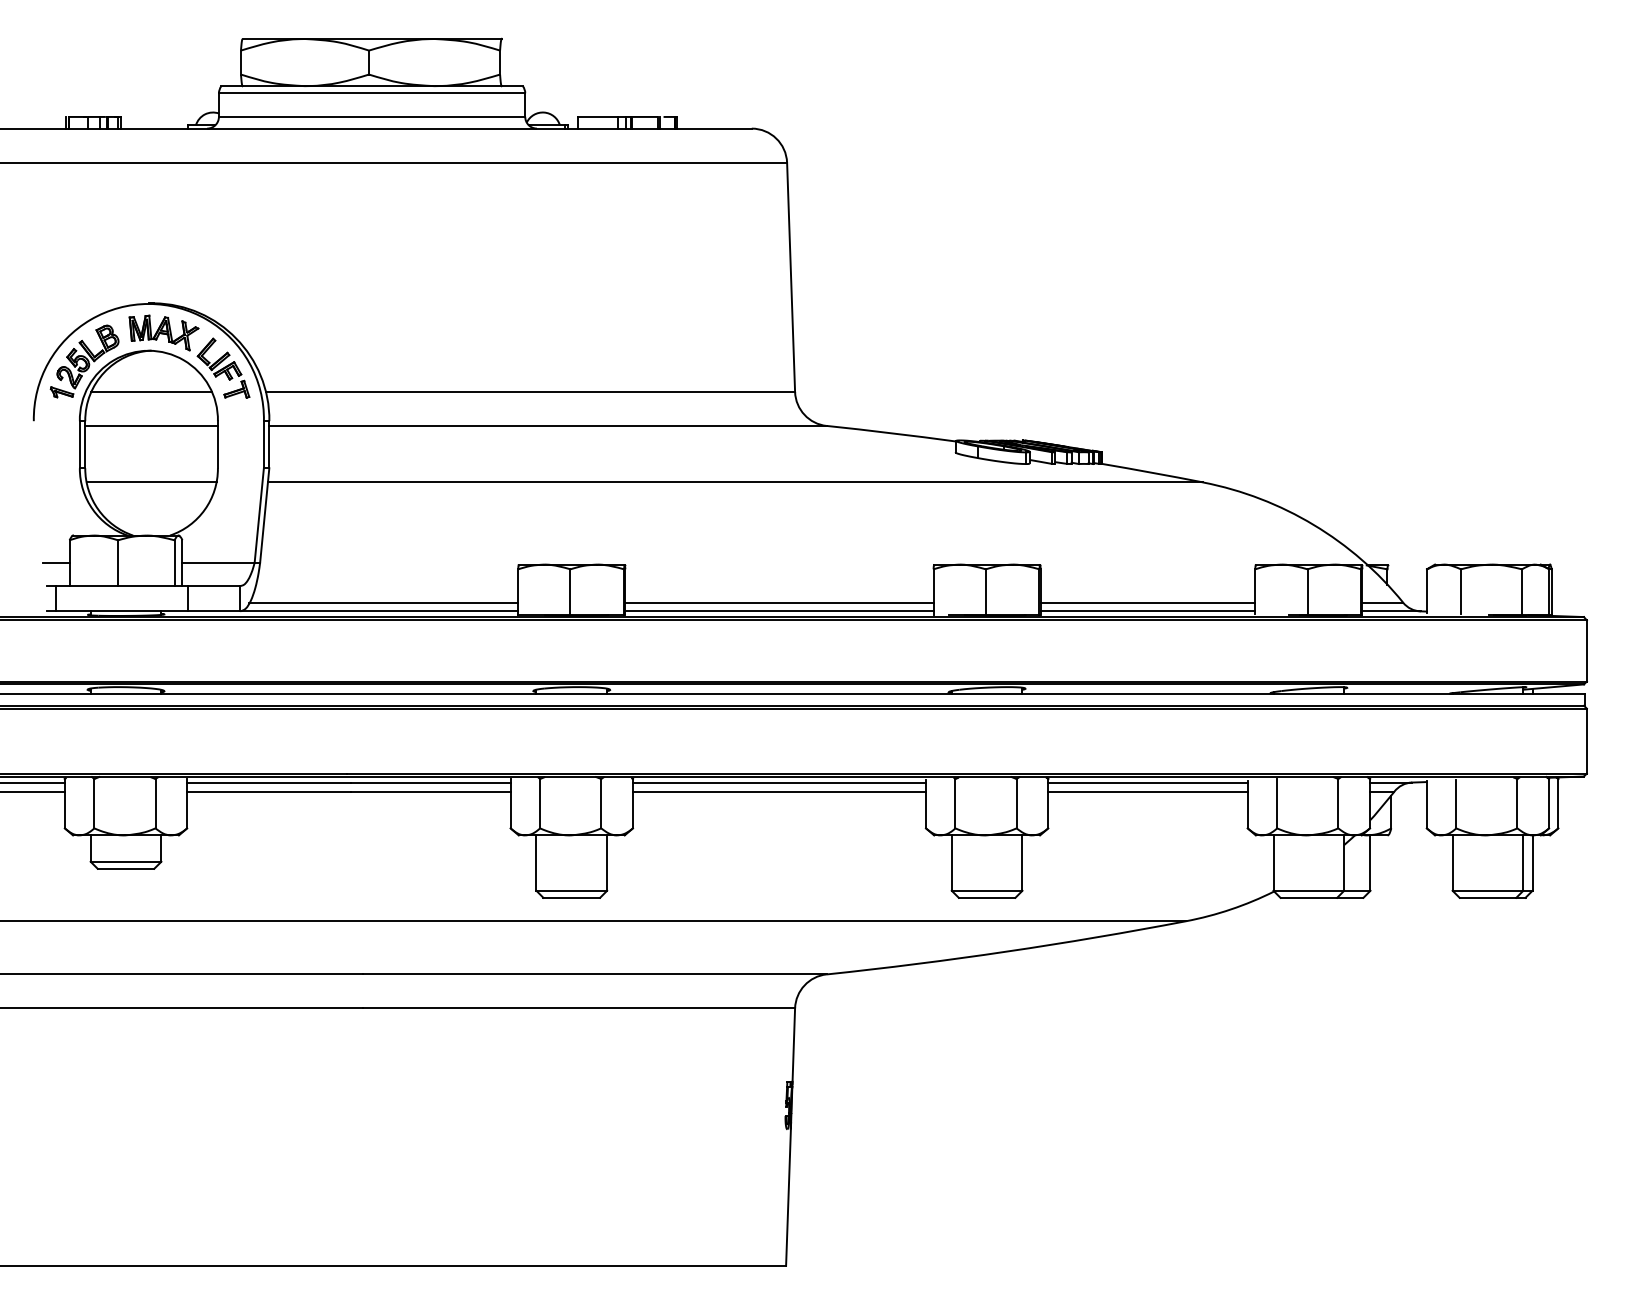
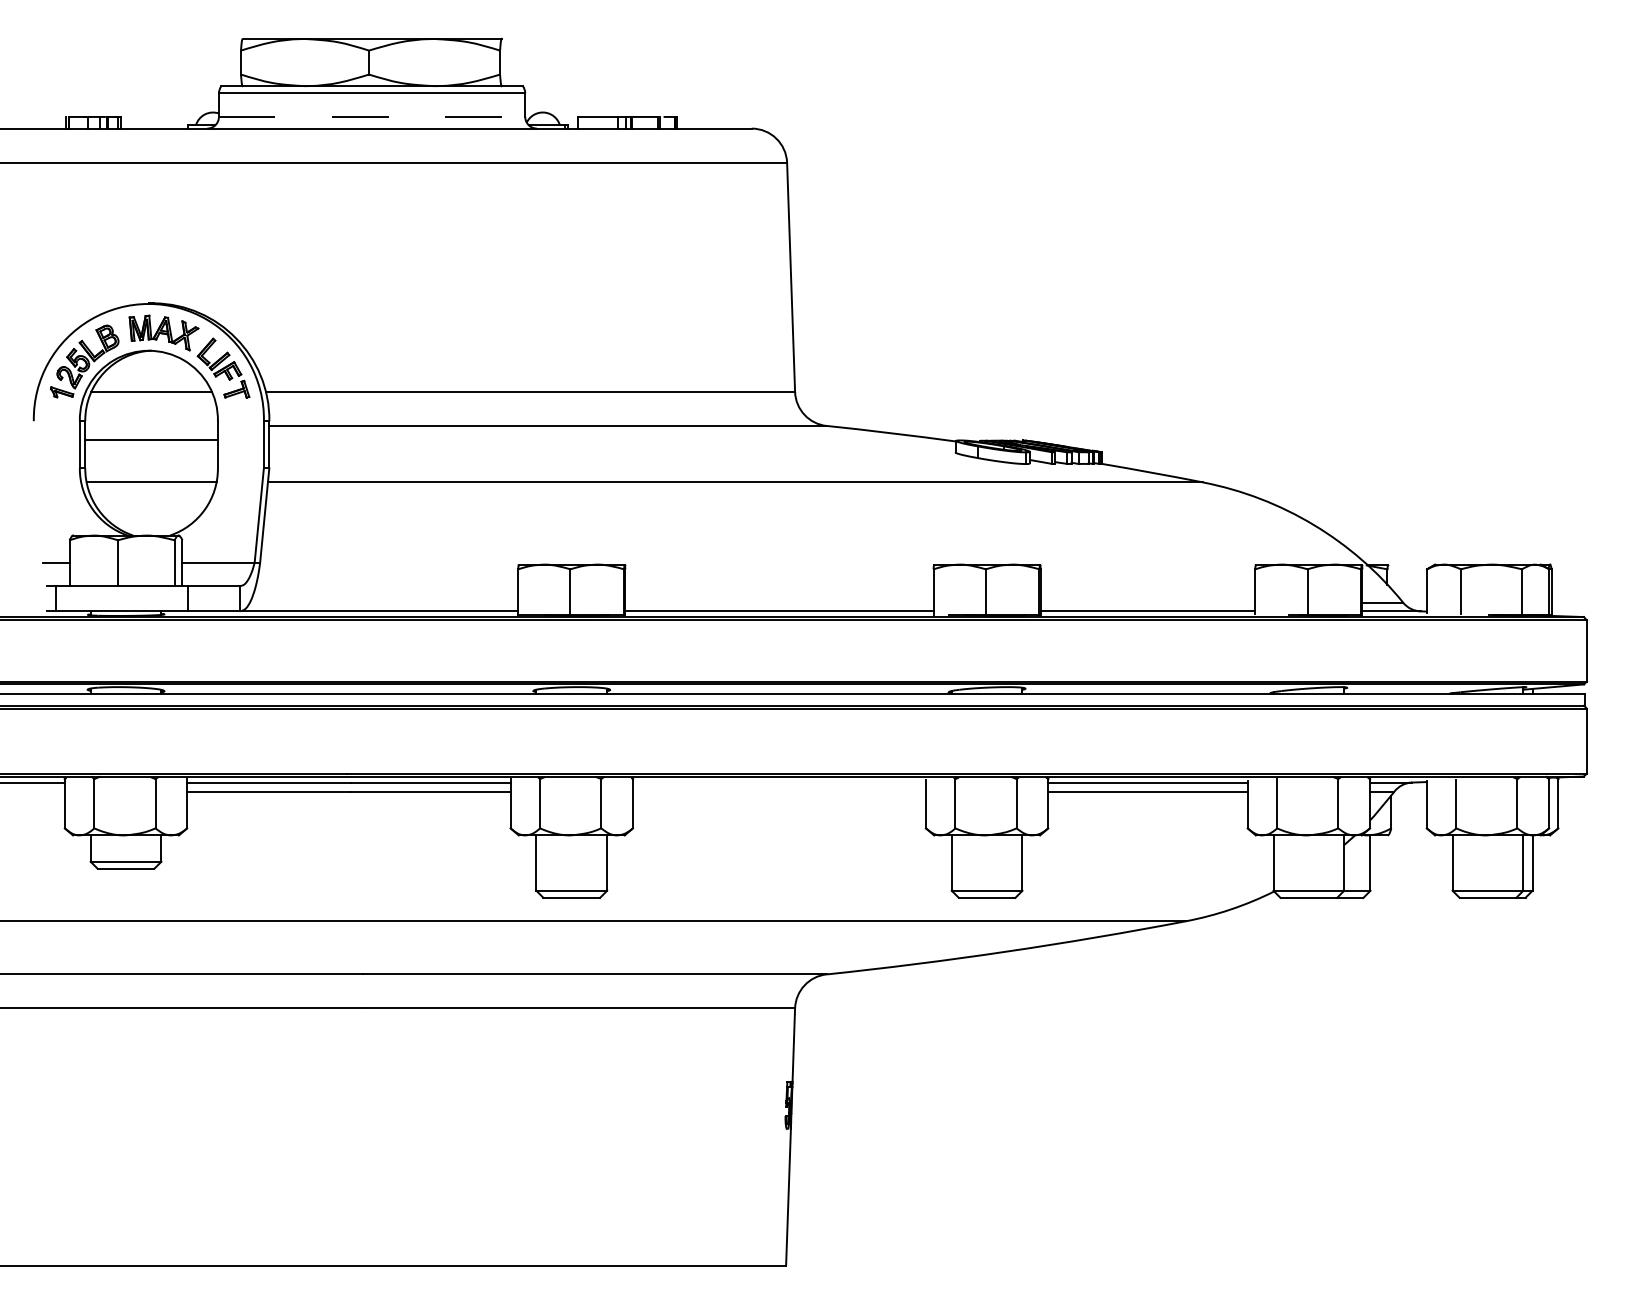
line at (372, 116): solid -> dashed
line at (151, 425) position: (151, 425) -> (151, 439)
line at (383, 602): present -> none
line at (779, 602): present -> none
line at (1147, 602): present -> none
line at (778, 782): present -> none
line at (33, 791): present -> none
line at (778, 791): present -> none
